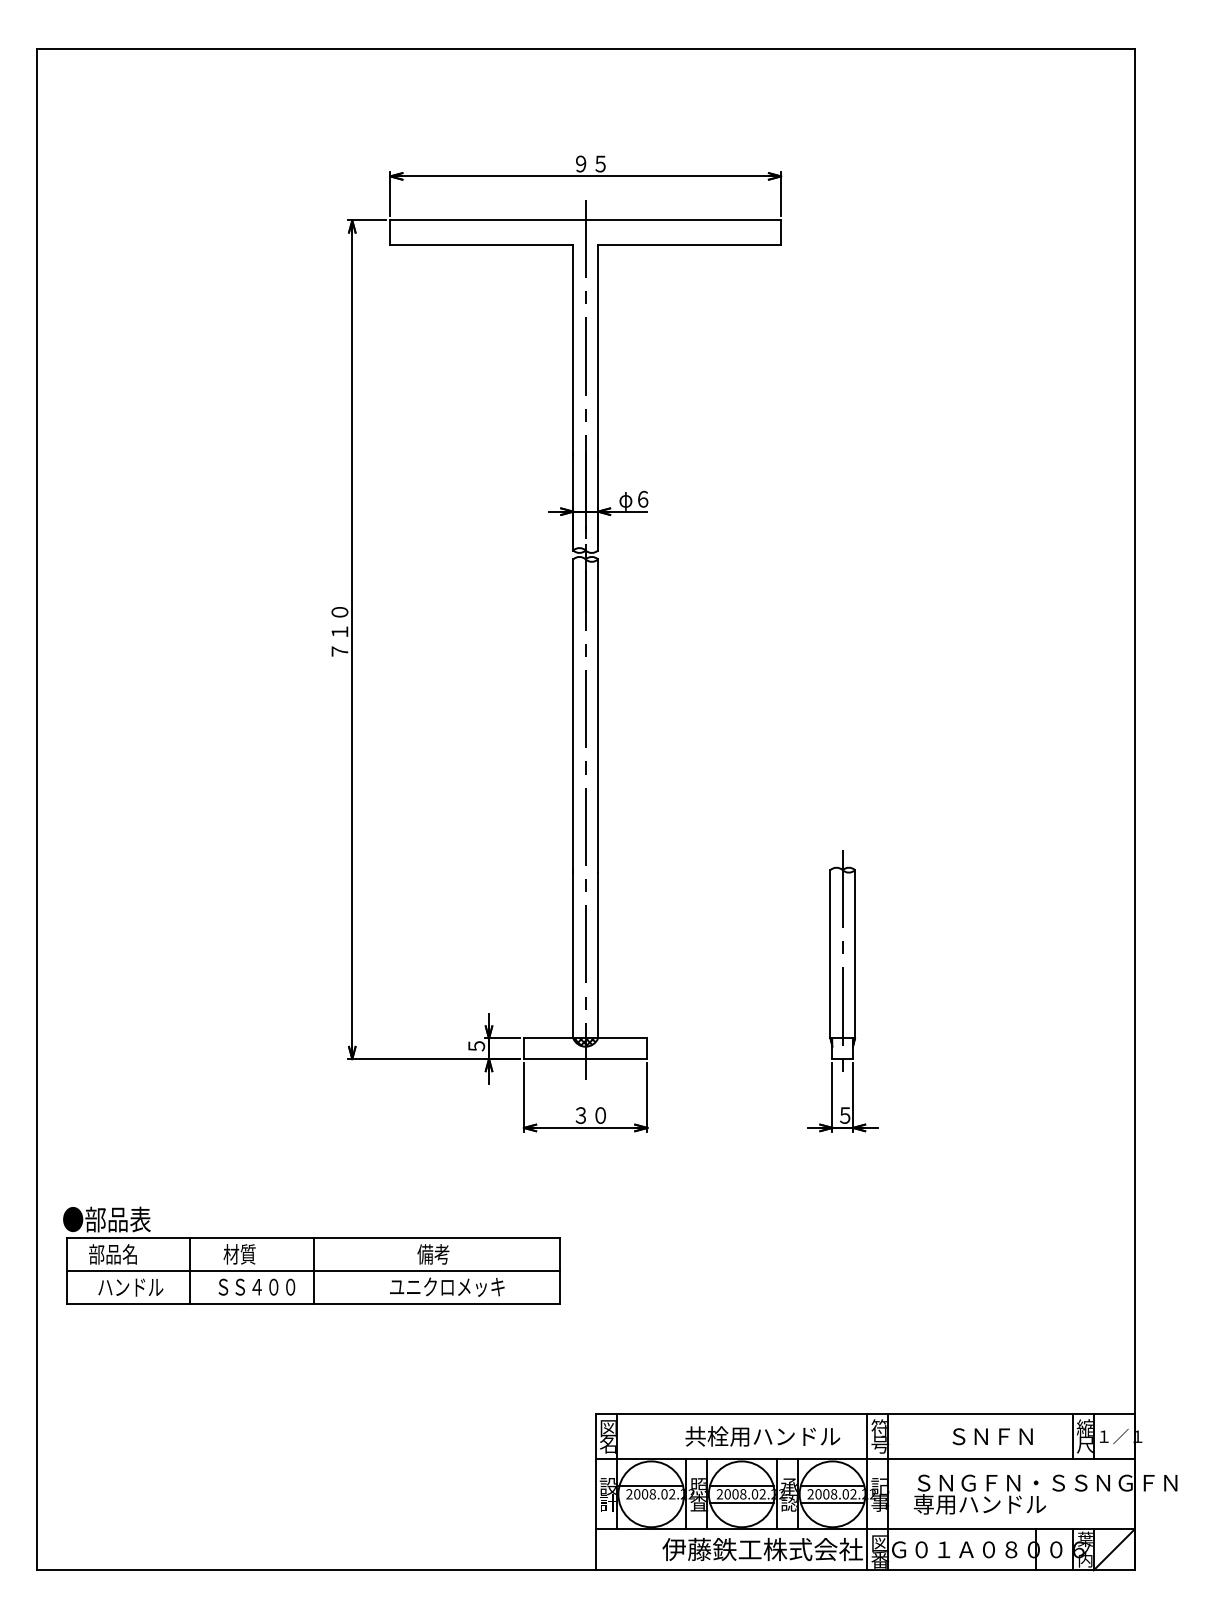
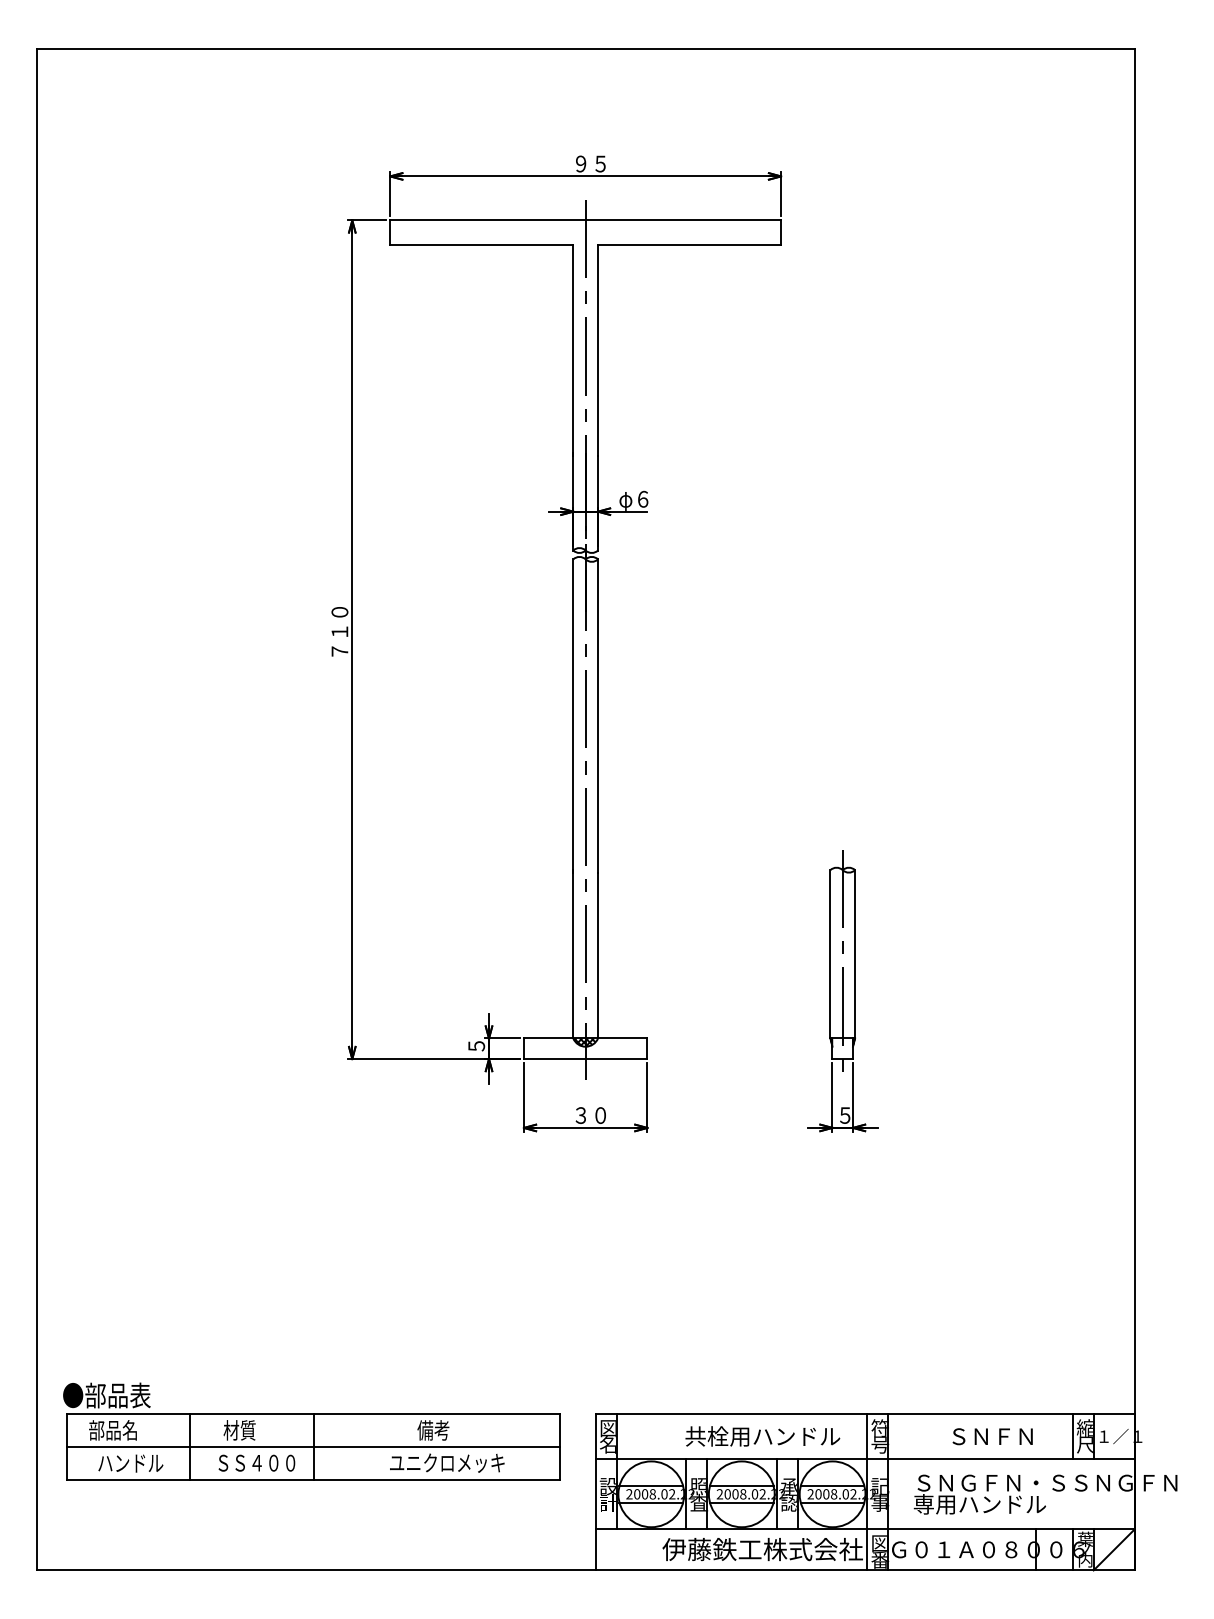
part at (311, 1255) position: (311, 1255) -> (311, 1431)
line at (651, 1502): none -> present
